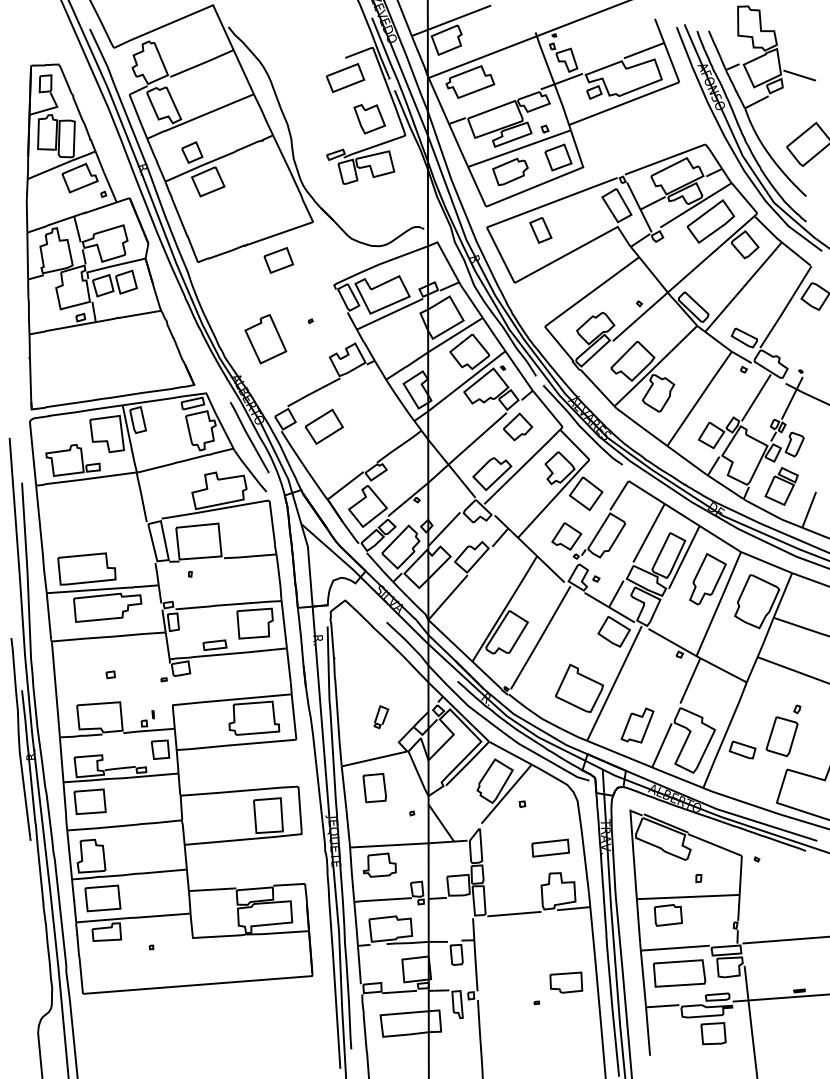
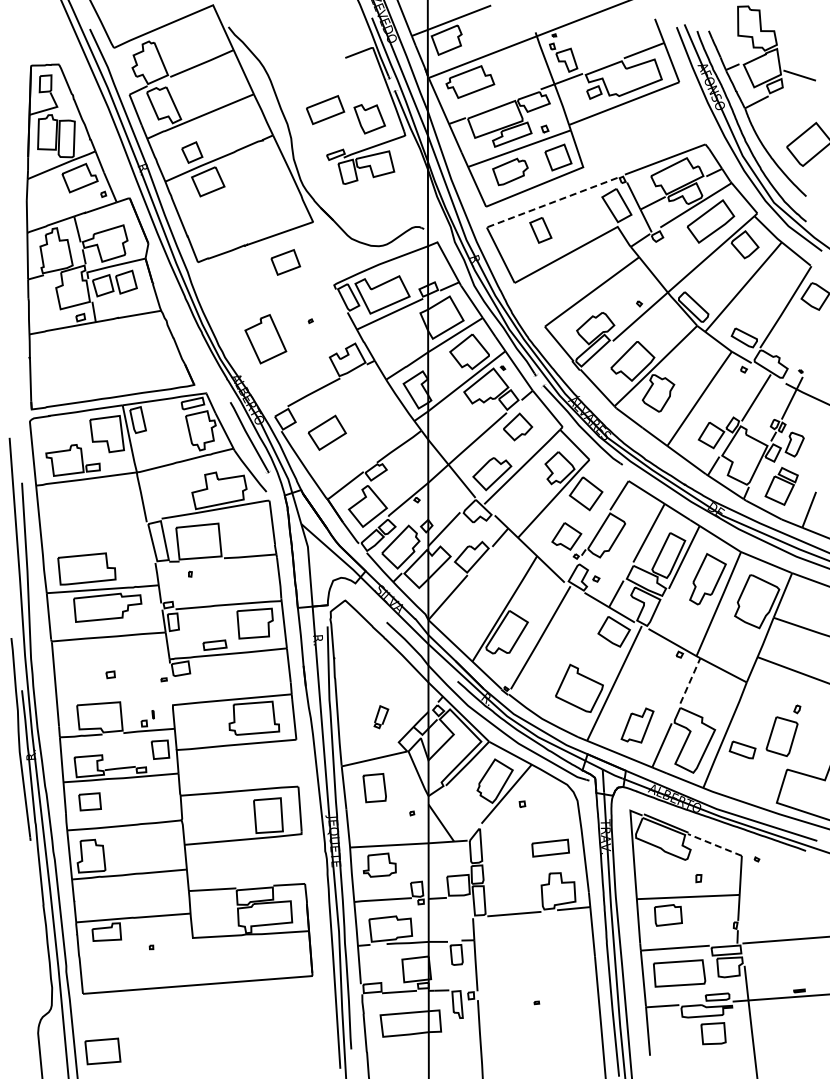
part at (345, 78) position: (345, 78) -> (325, 110)
line at (552, 202): solid -> dashed
part at (278, 260) position: (278, 260) -> (285, 262)
part at (323, 426) position: (323, 426) -> (326, 432)
line at (690, 680): solid -> dashed
part at (89, 801) size: 34x28 px -> 24x20 px
line at (714, 844): solid -> dashed
part at (102, 898) position: (102, 898) -> (102, 1051)
part at (566, 982): present -> none
